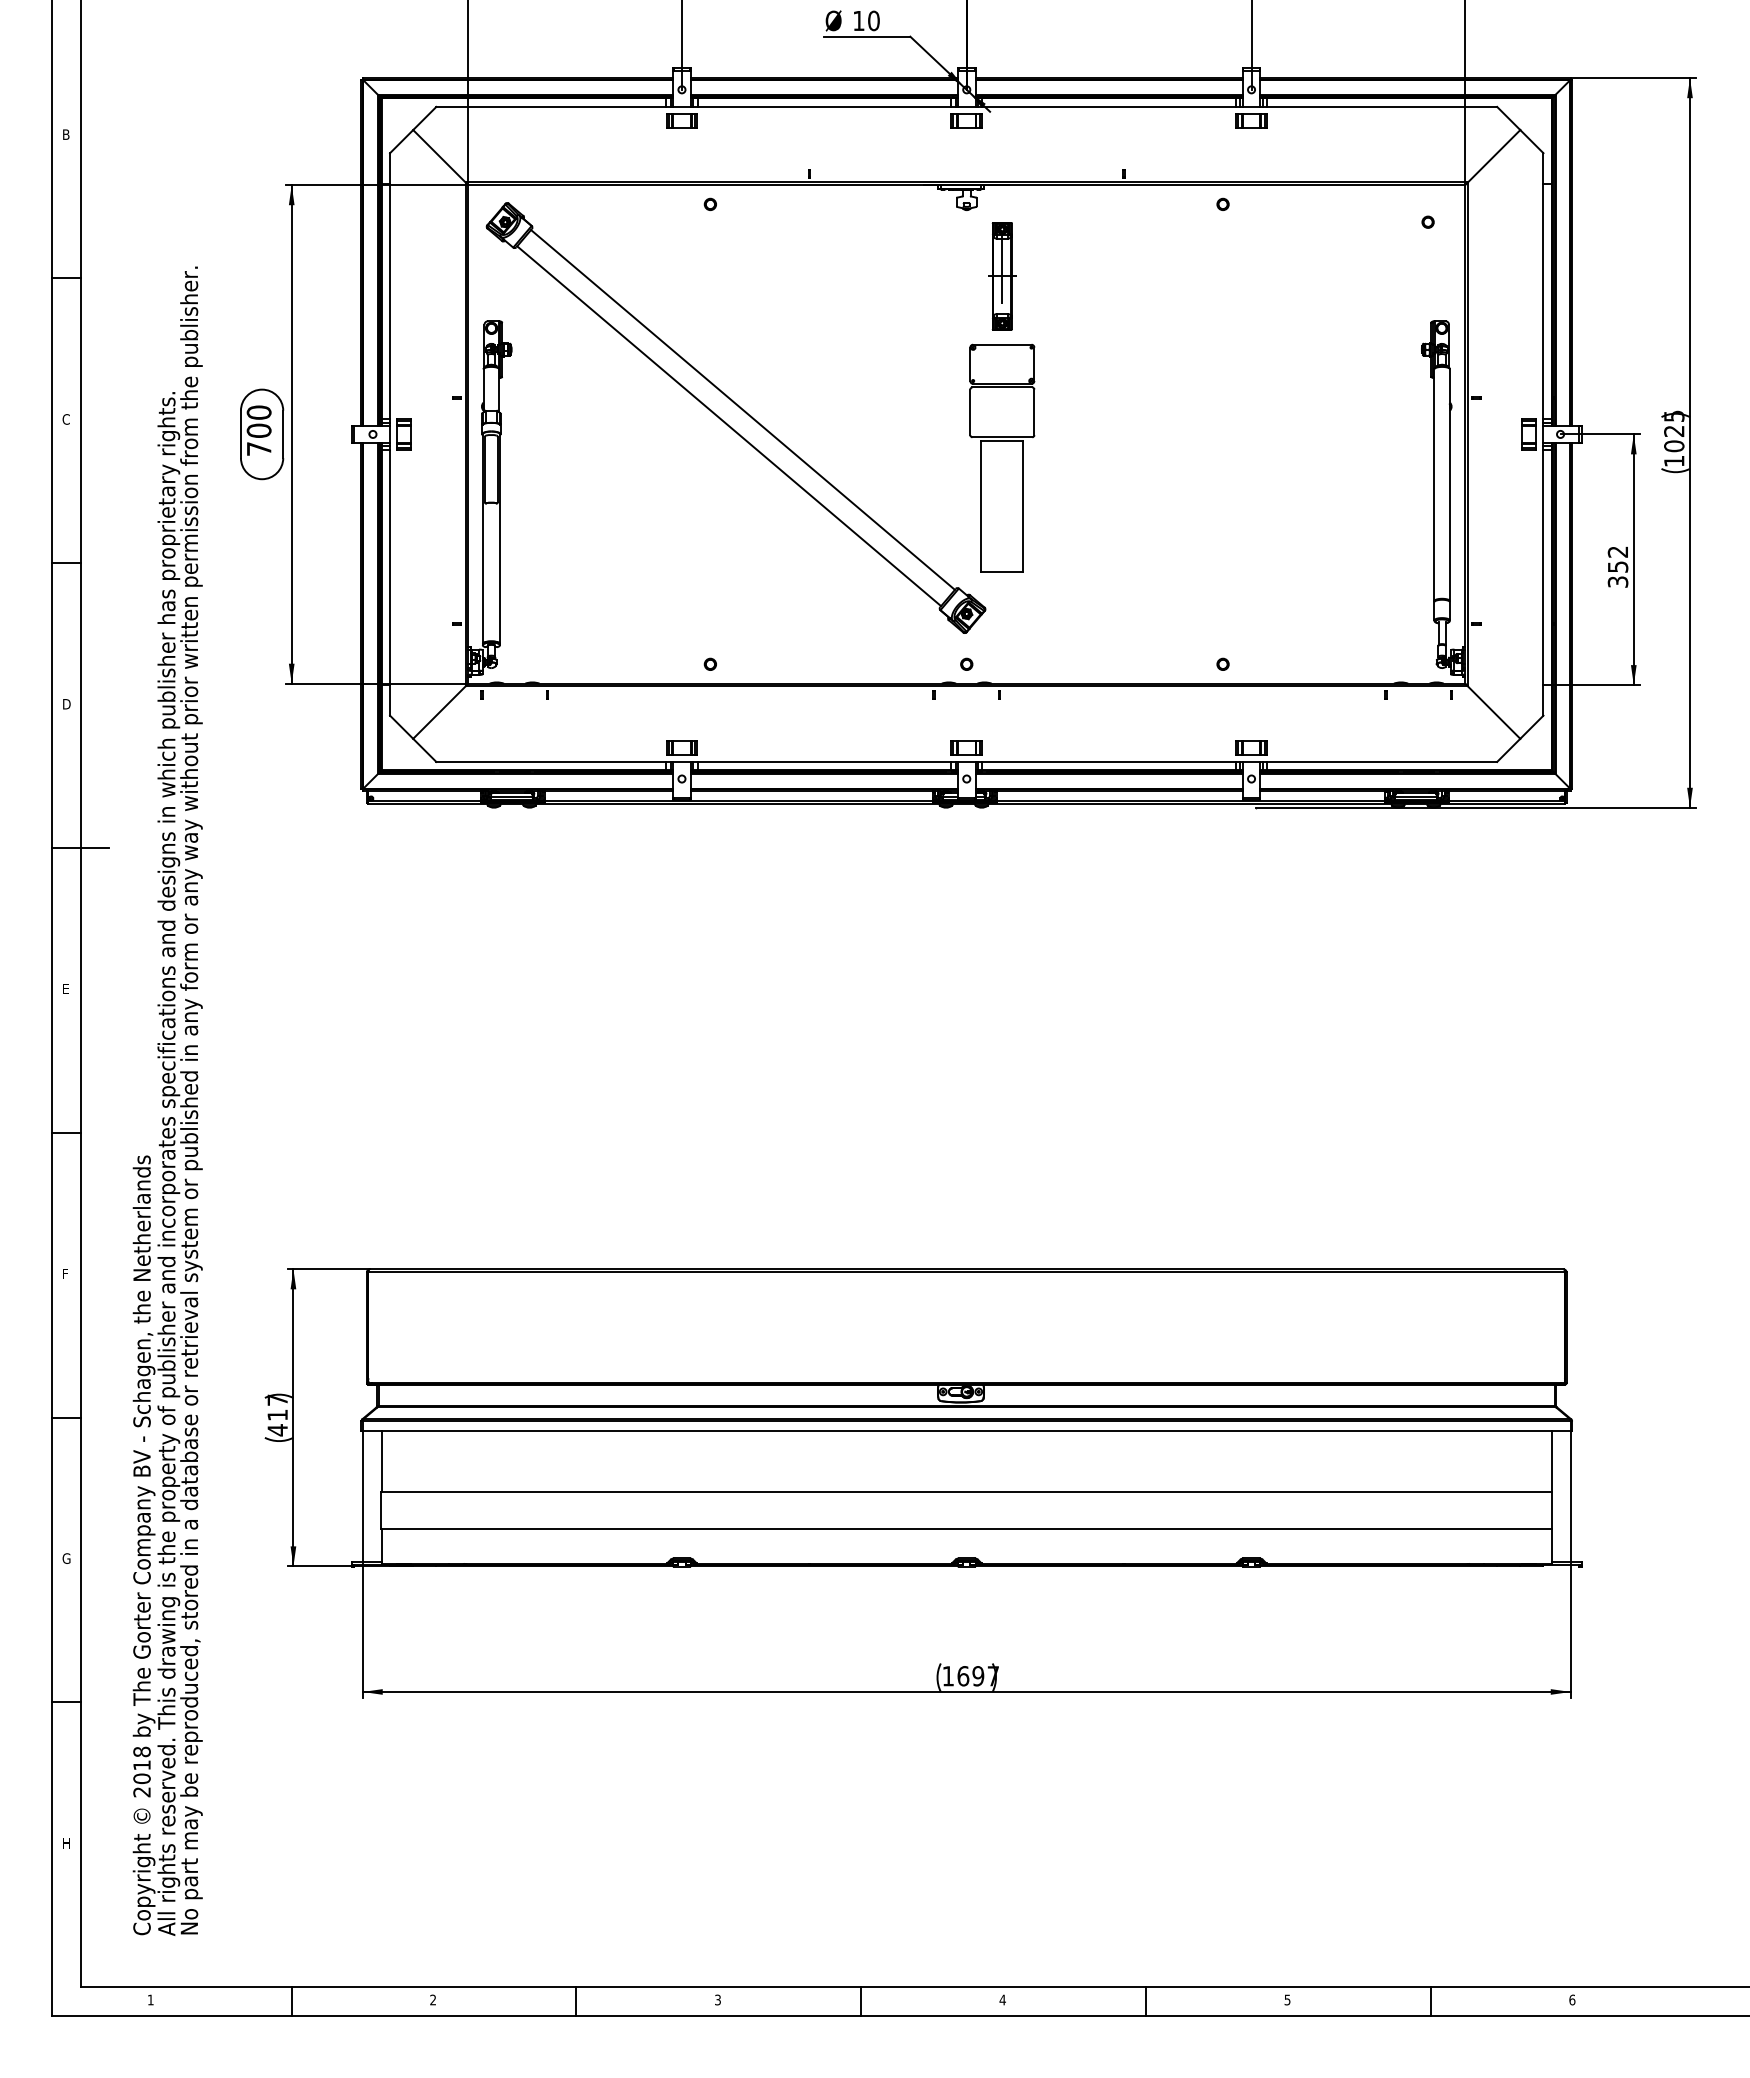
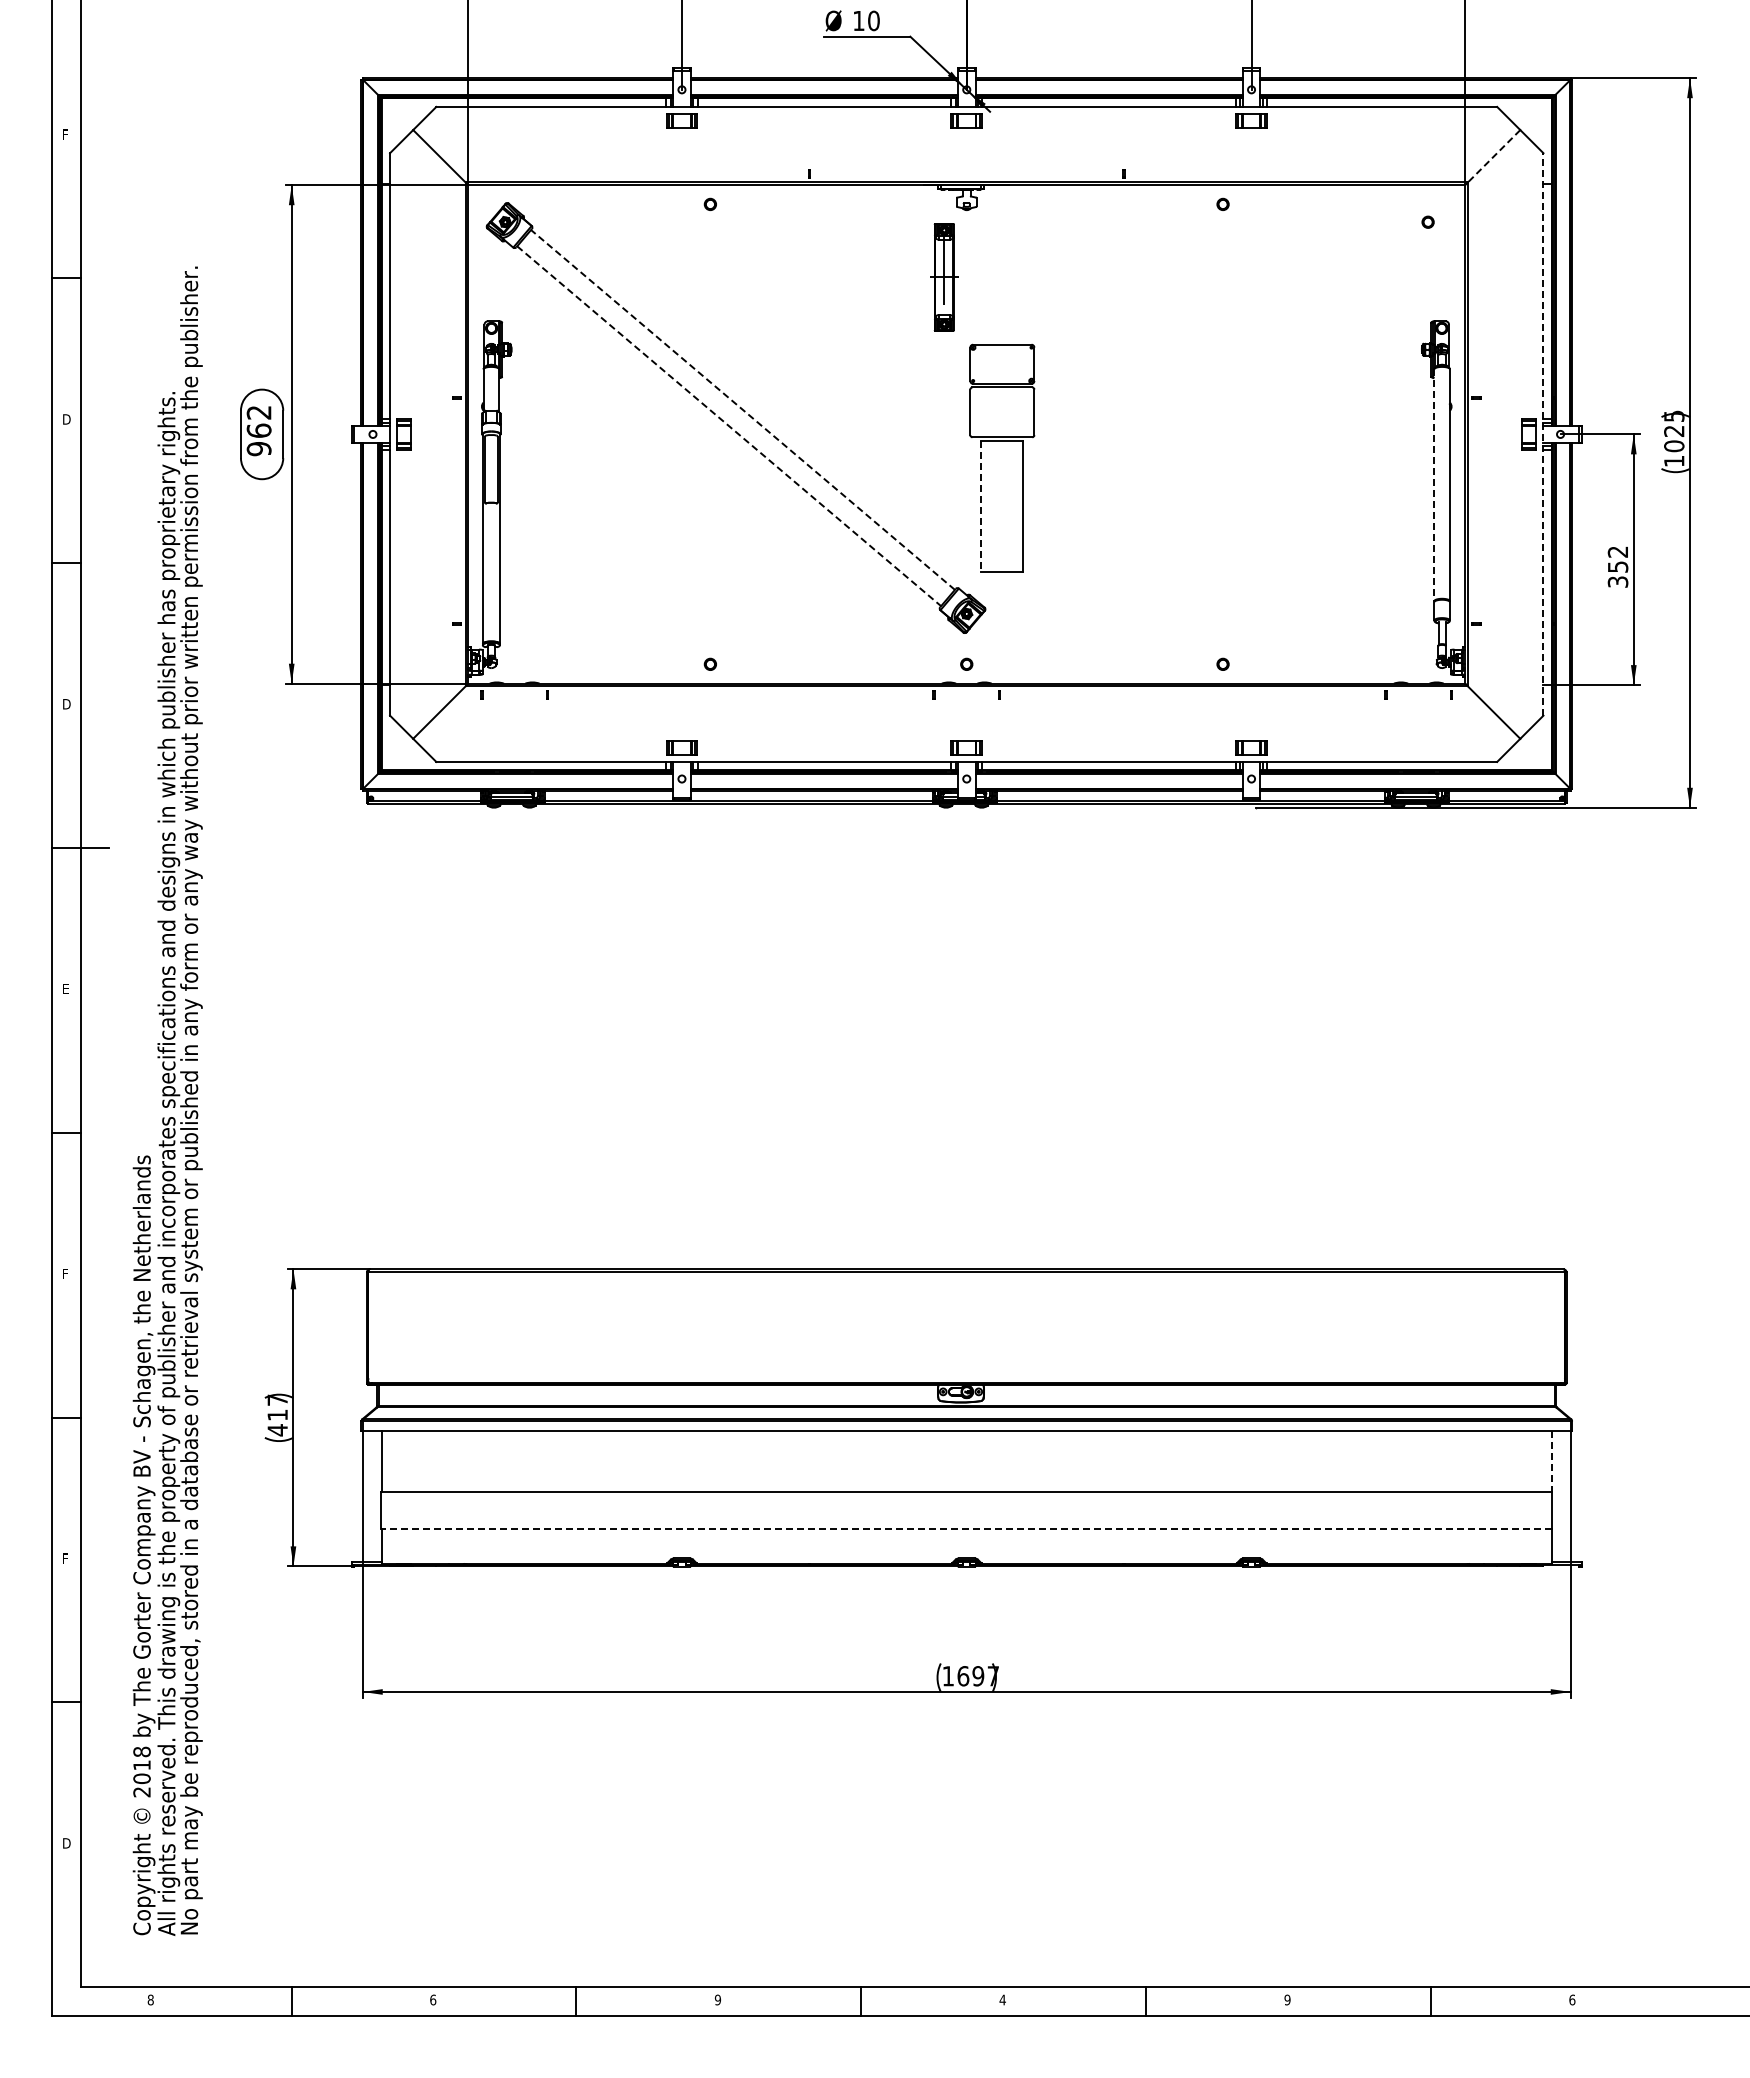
text at (66, 134): B -> F
line at (1493, 156): solid -> dashed
part at (1002, 276) position: (1002, 276) -> (944, 277)
line at (742, 409): solid -> dashed
text at (66, 419): C -> D
line at (729, 426): solid -> dashed
text at (258, 430): 700 -> 962
line at (1543, 433): solid -> dashed
line at (1434, 485): solid -> dashed
line at (981, 506): solid -> dashed
line at (1552, 1461): solid -> dashed
line at (966, 1528): solid -> dashed
text at (66, 1558): G -> F
text at (66, 1843): H -> D
text at (150, 1999): 1 -> 8
text at (433, 1999): 2 -> 6
text at (717, 1999): 3 -> 9
text at (1287, 1999): 5 -> 9
